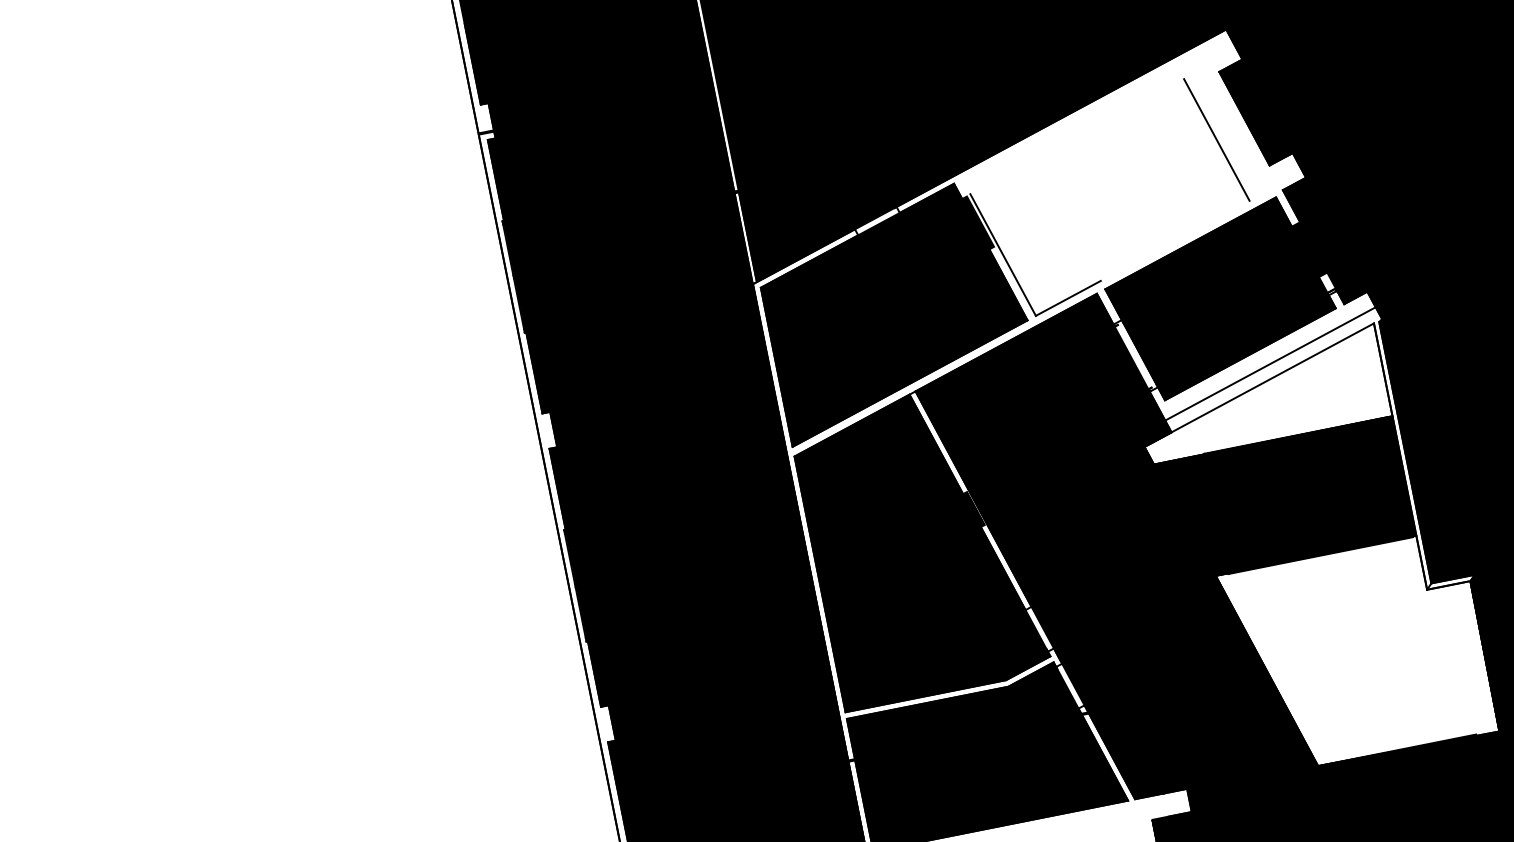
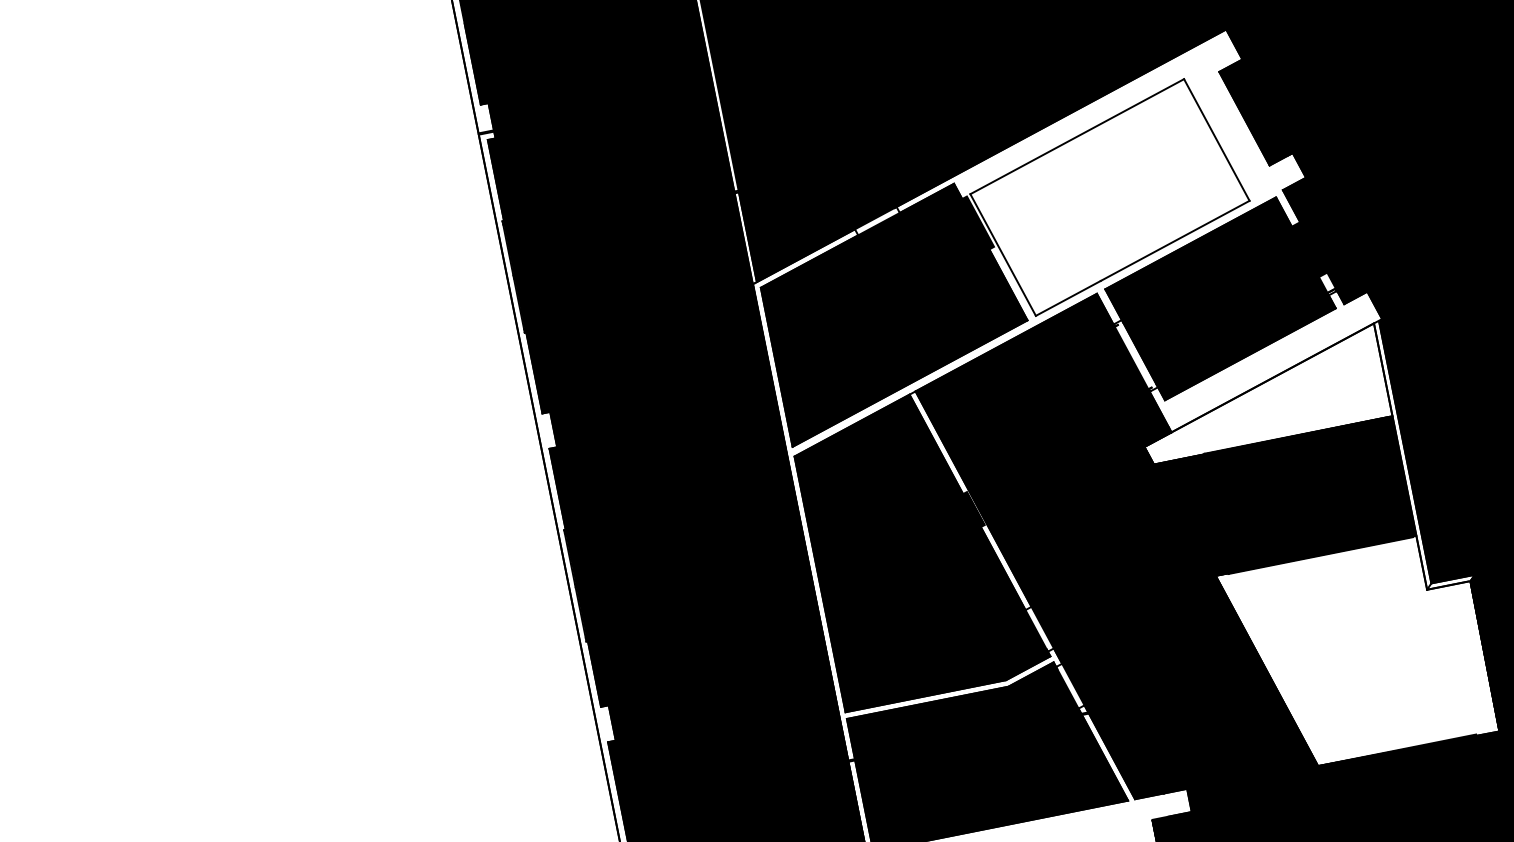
line at (1077, 136): none -> present
line at (1174, 240): none -> present
line at (1270, 363) position: (1270, 363) -> (1276, 375)
